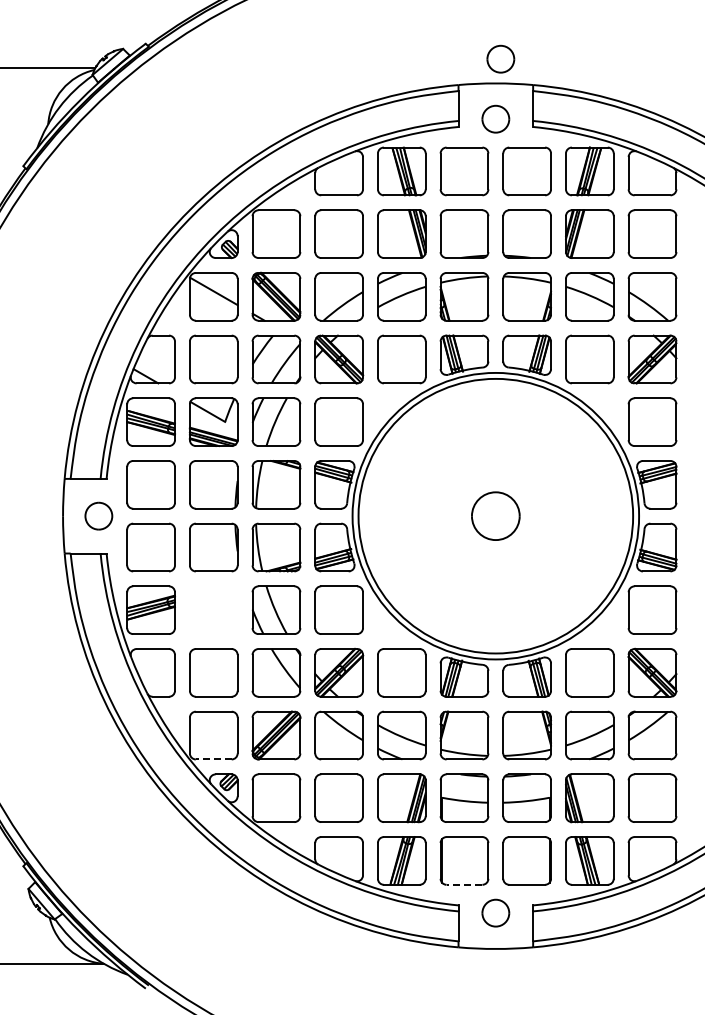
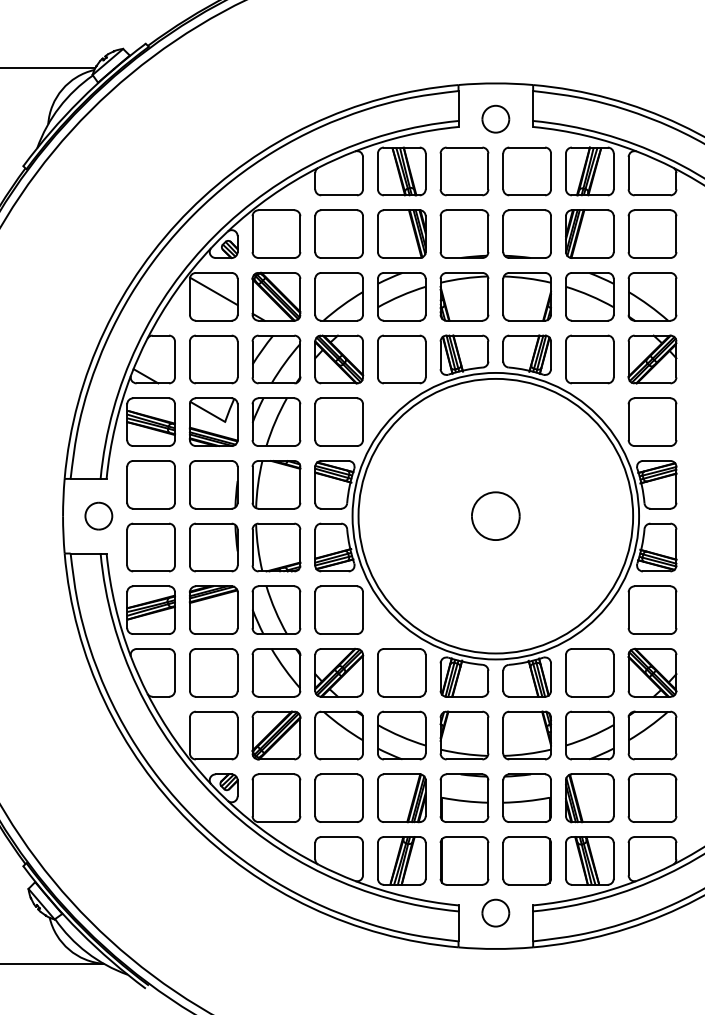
part at (500, 58): present -> none
part at (213, 609): none -> present
line at (213, 759): dashed -> solid
line at (464, 884): dashed -> solid
